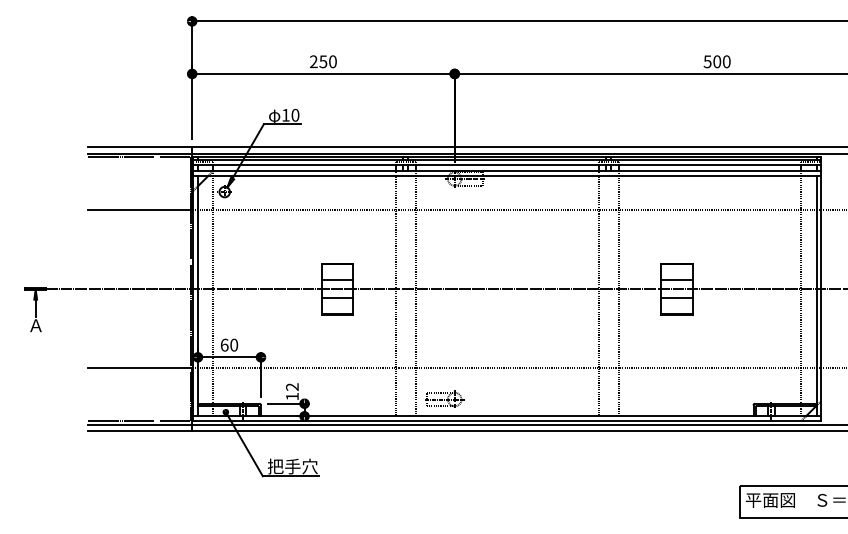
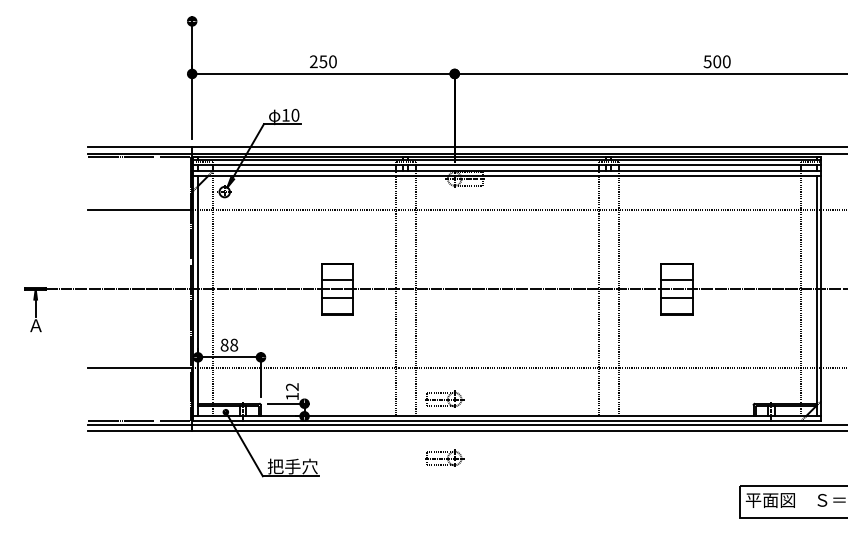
line at (518, 21): present -> none
text at (229, 344): 60 -> 88
part at (444, 457): none -> present
